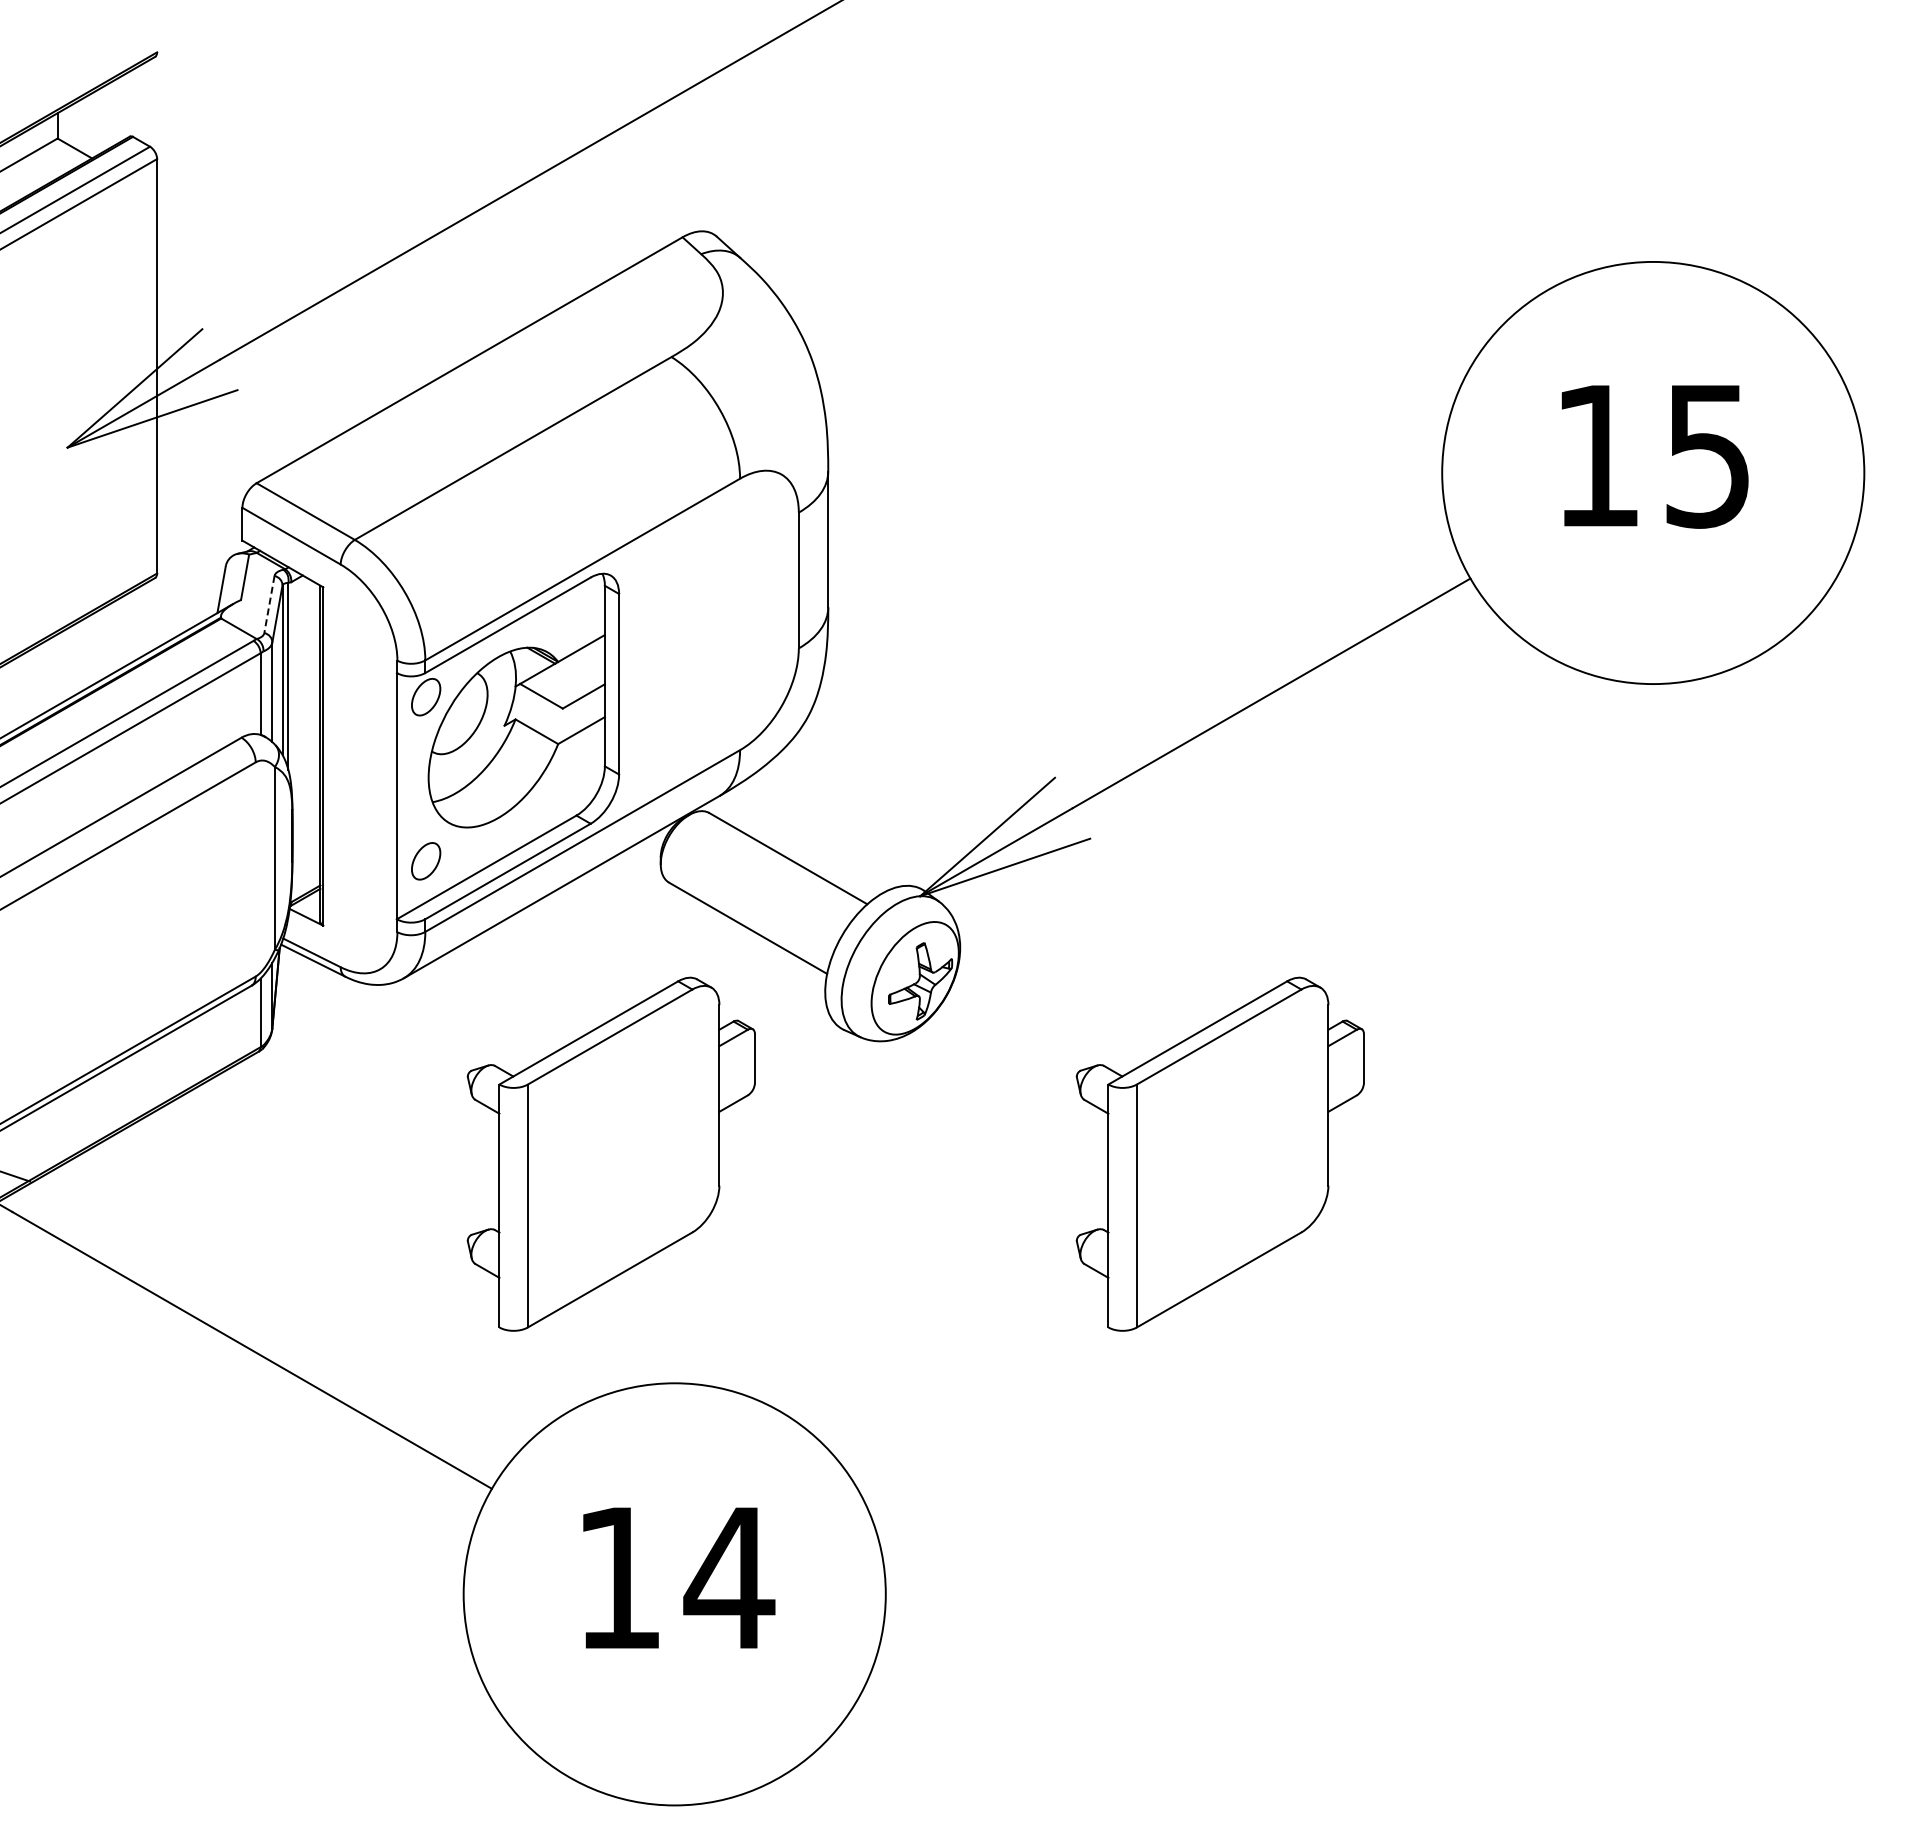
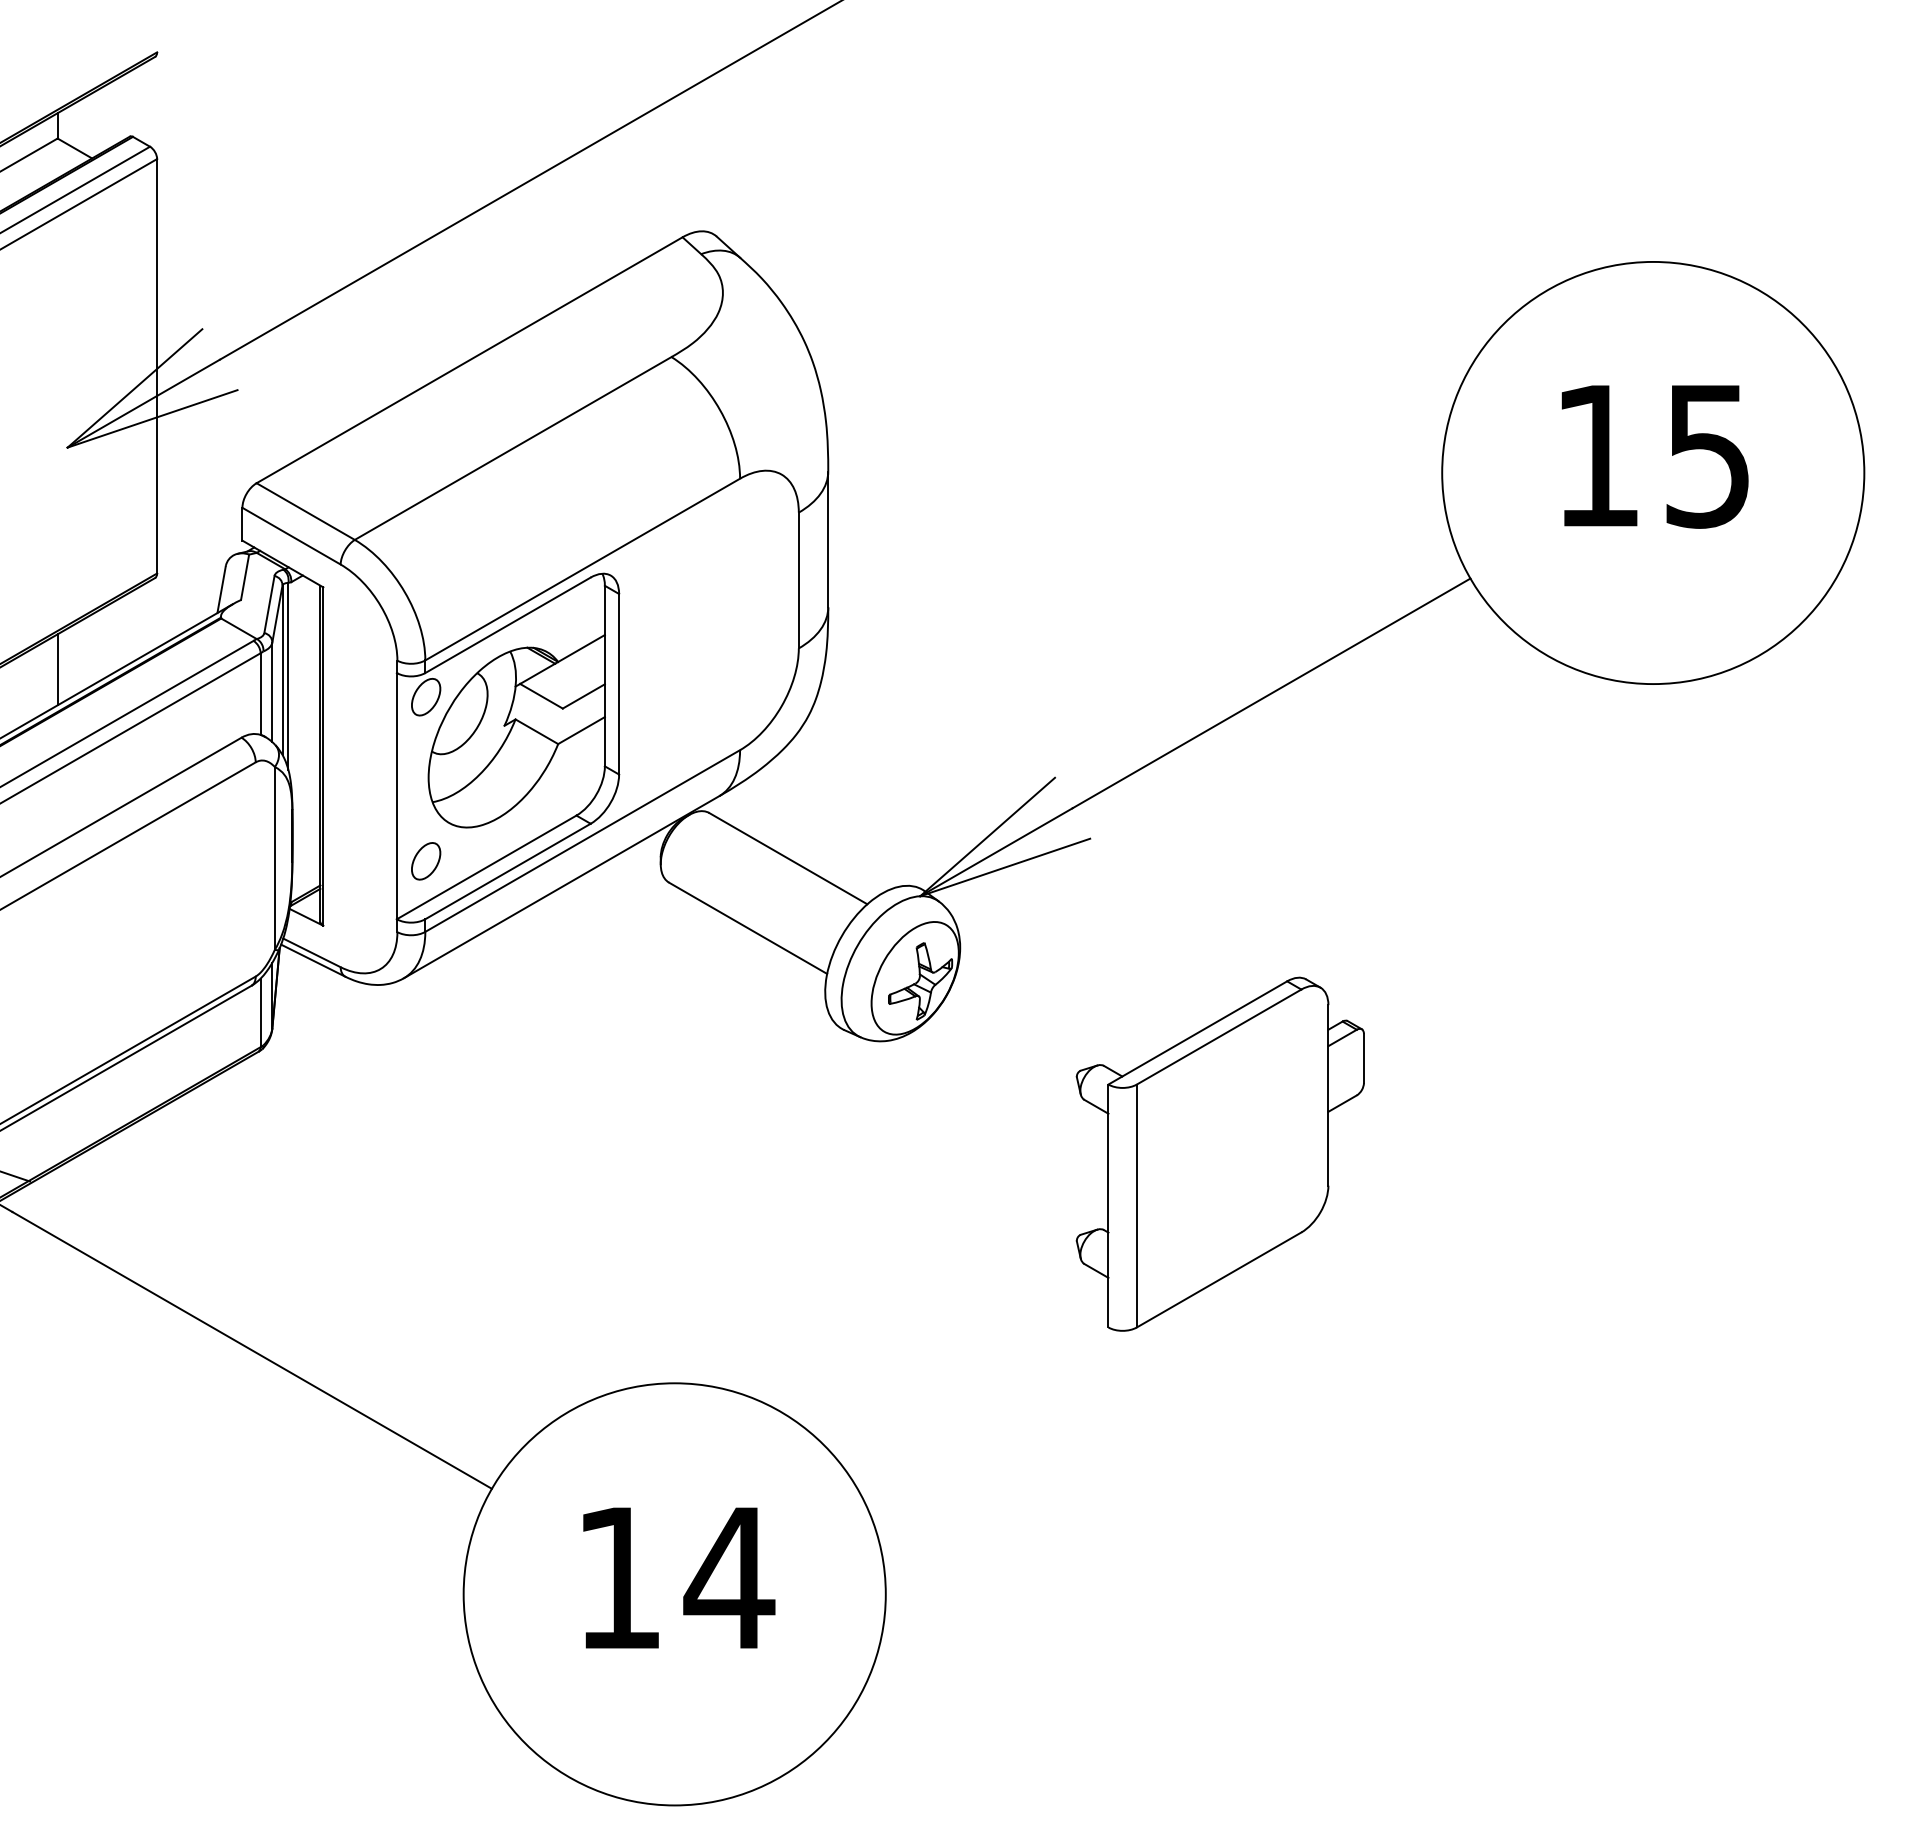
line at (269, 604): dashed -> solid
line at (57, 669): none -> present
part at (610, 1153): present -> none
